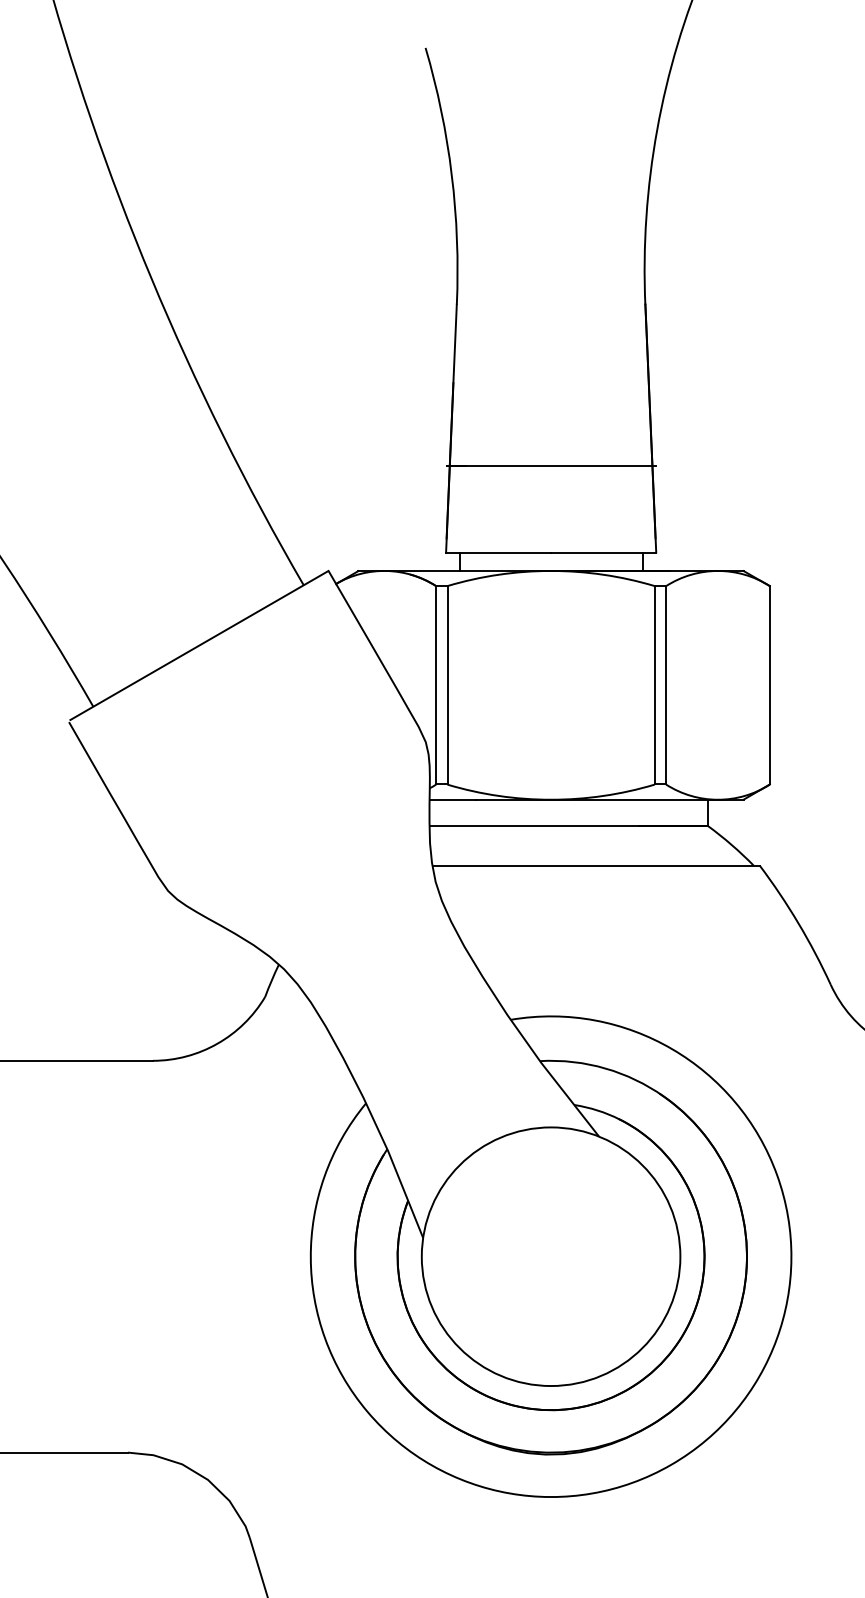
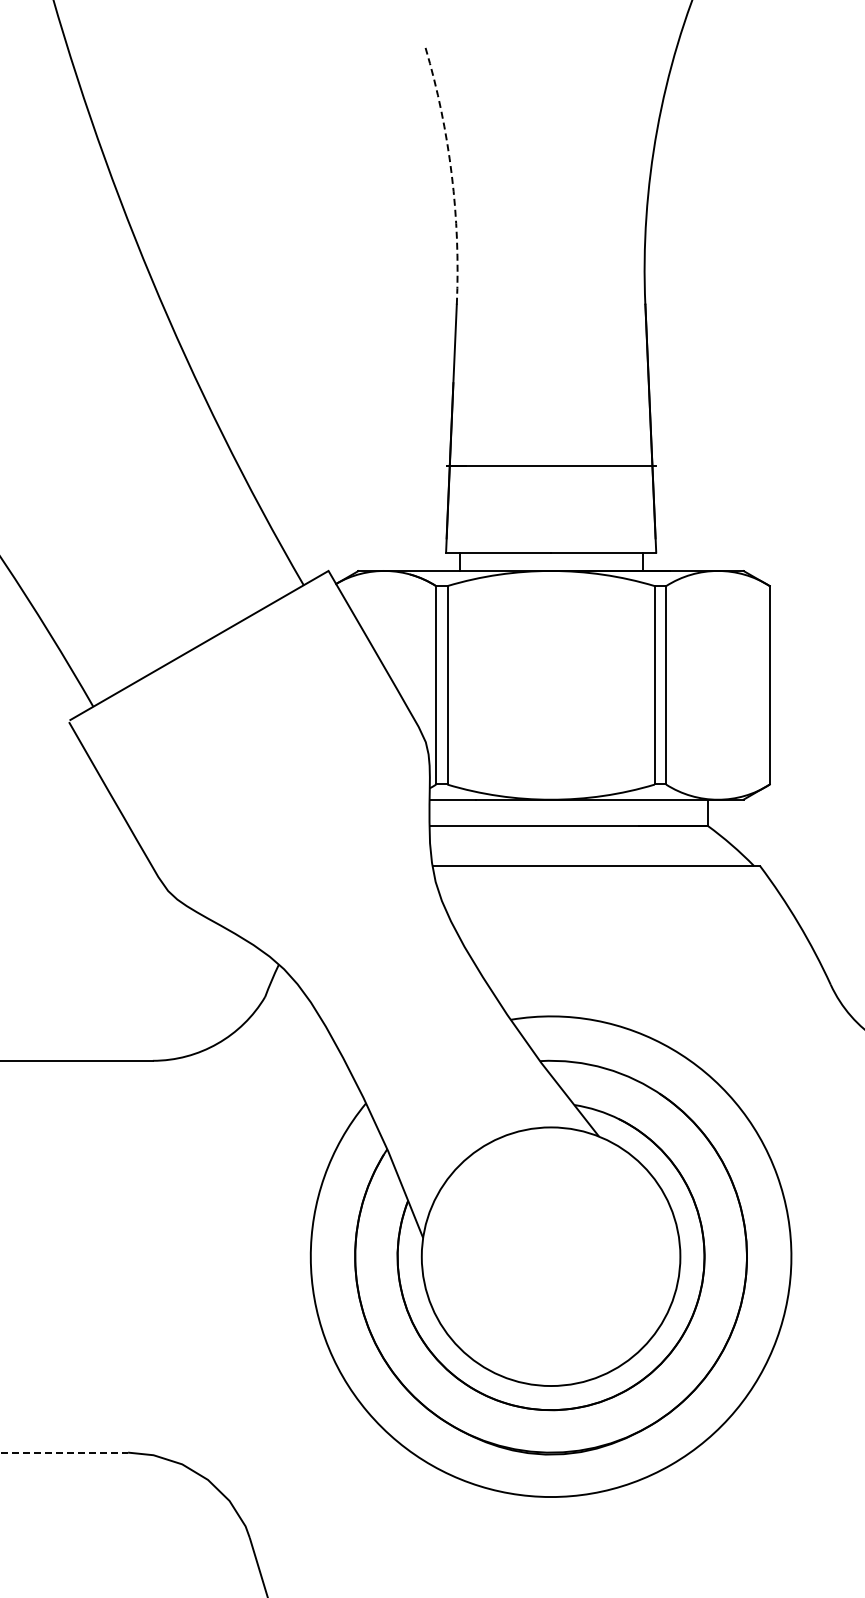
arc at (451, 175): solid -> dashed
line at (64, 1452): solid -> dashed
